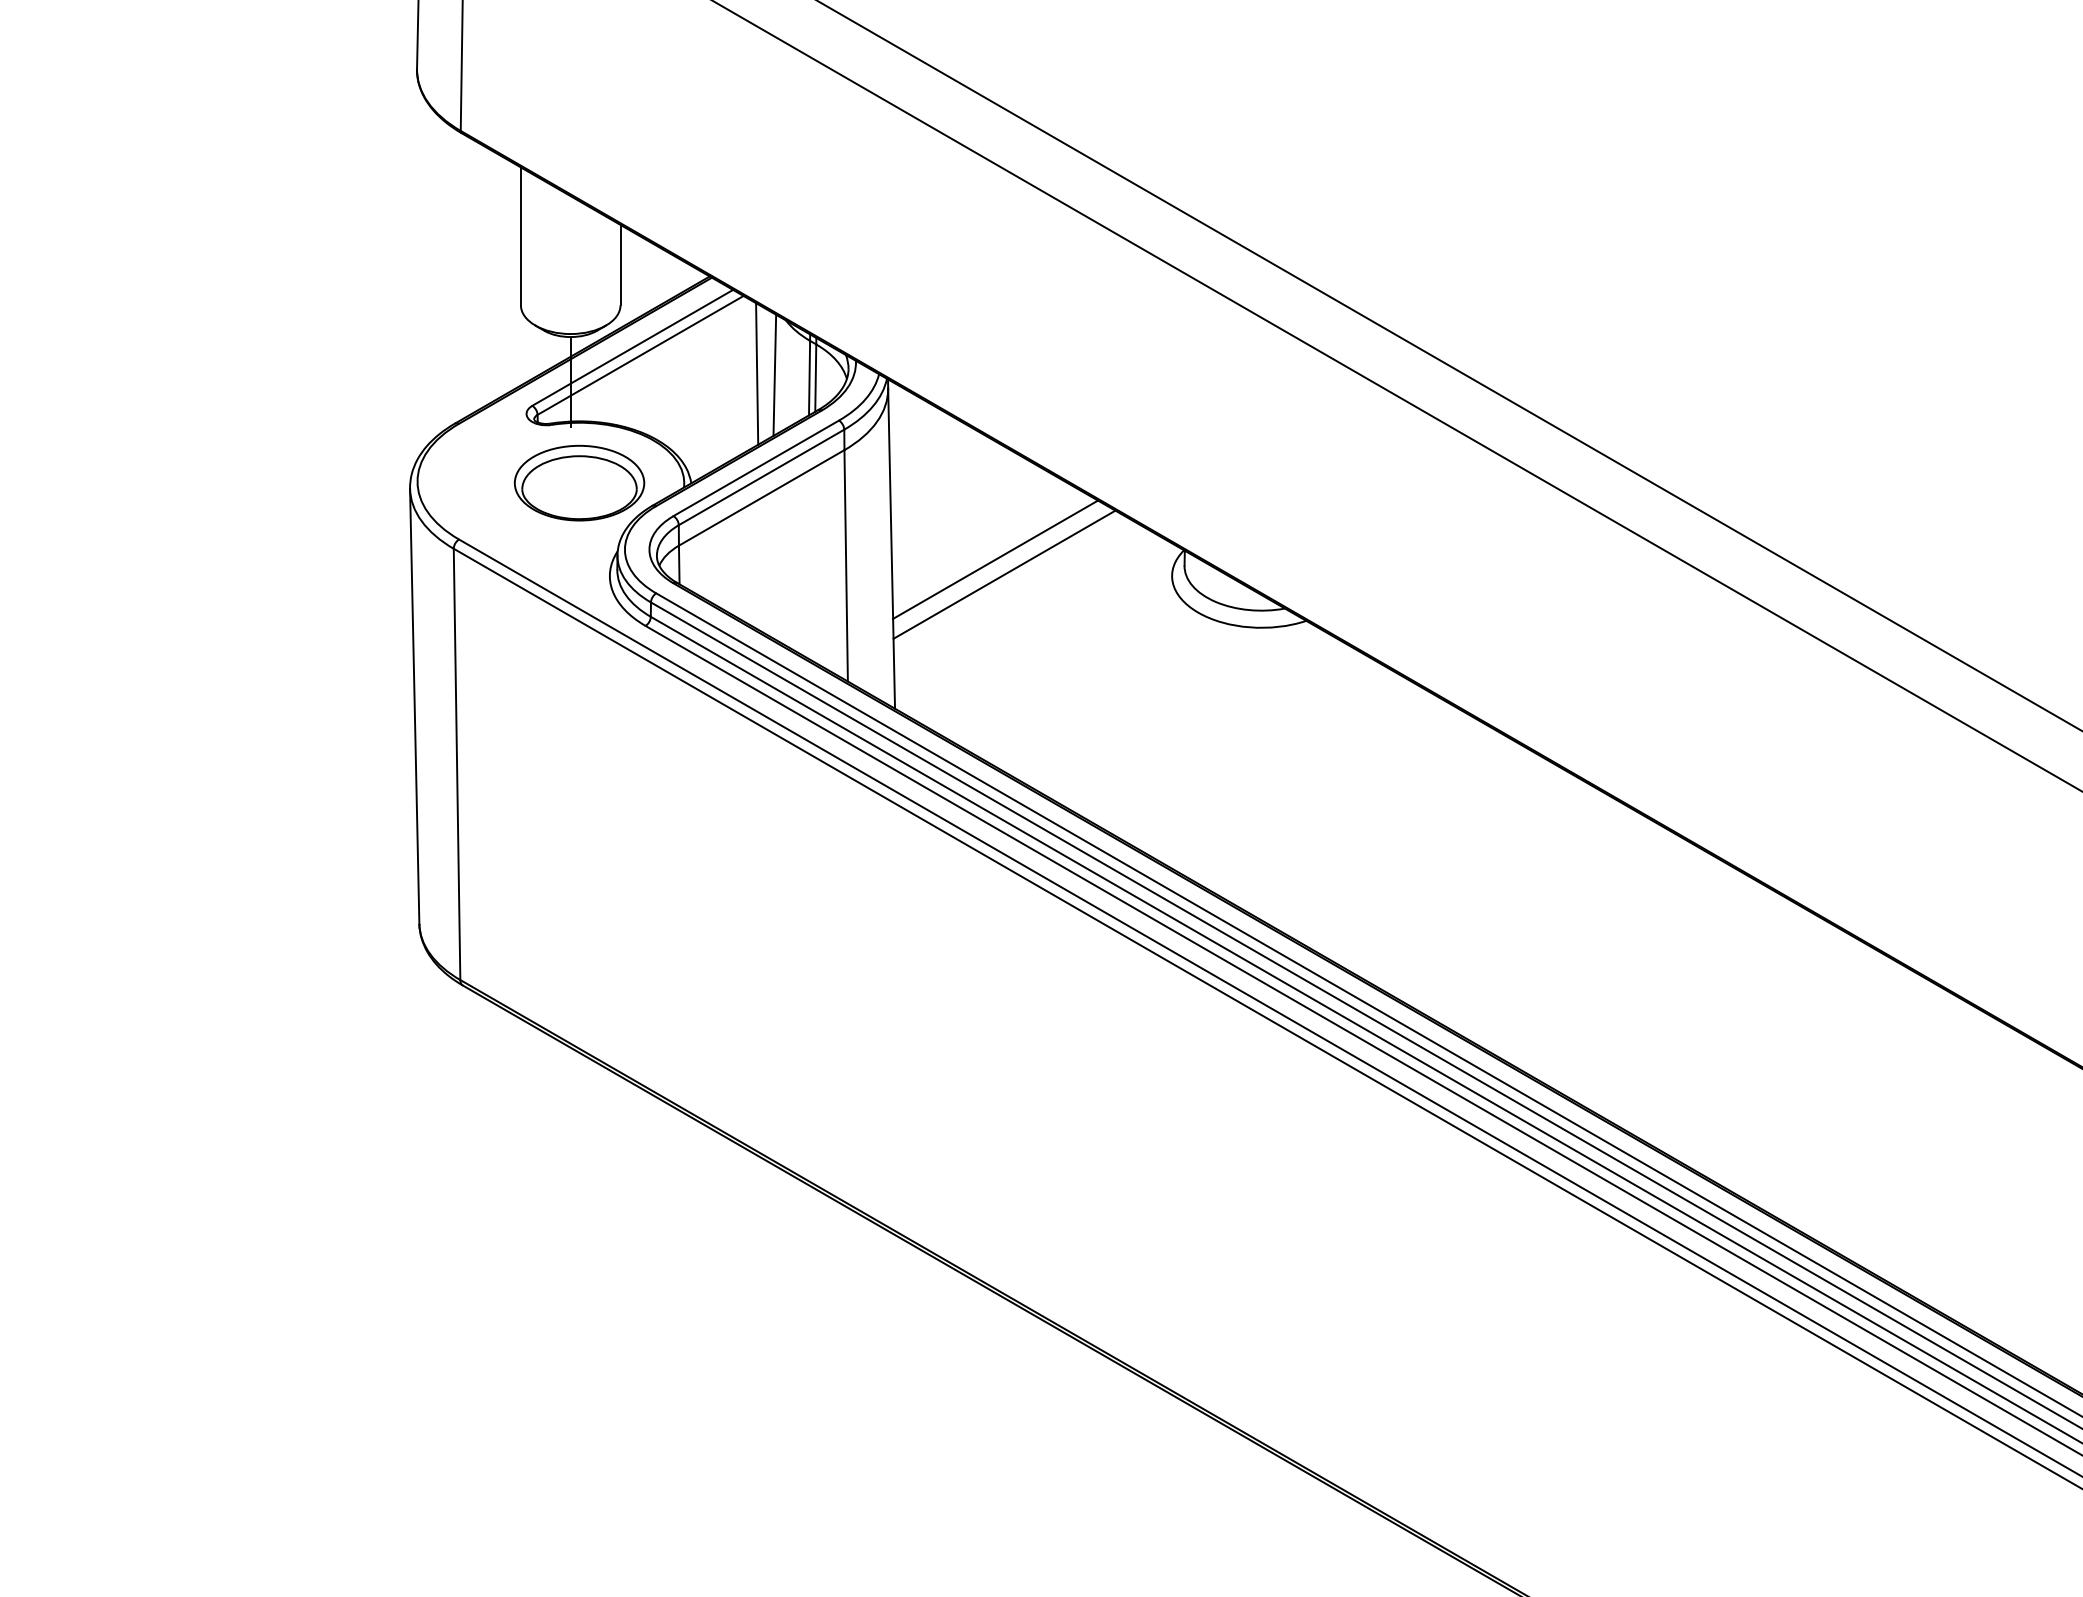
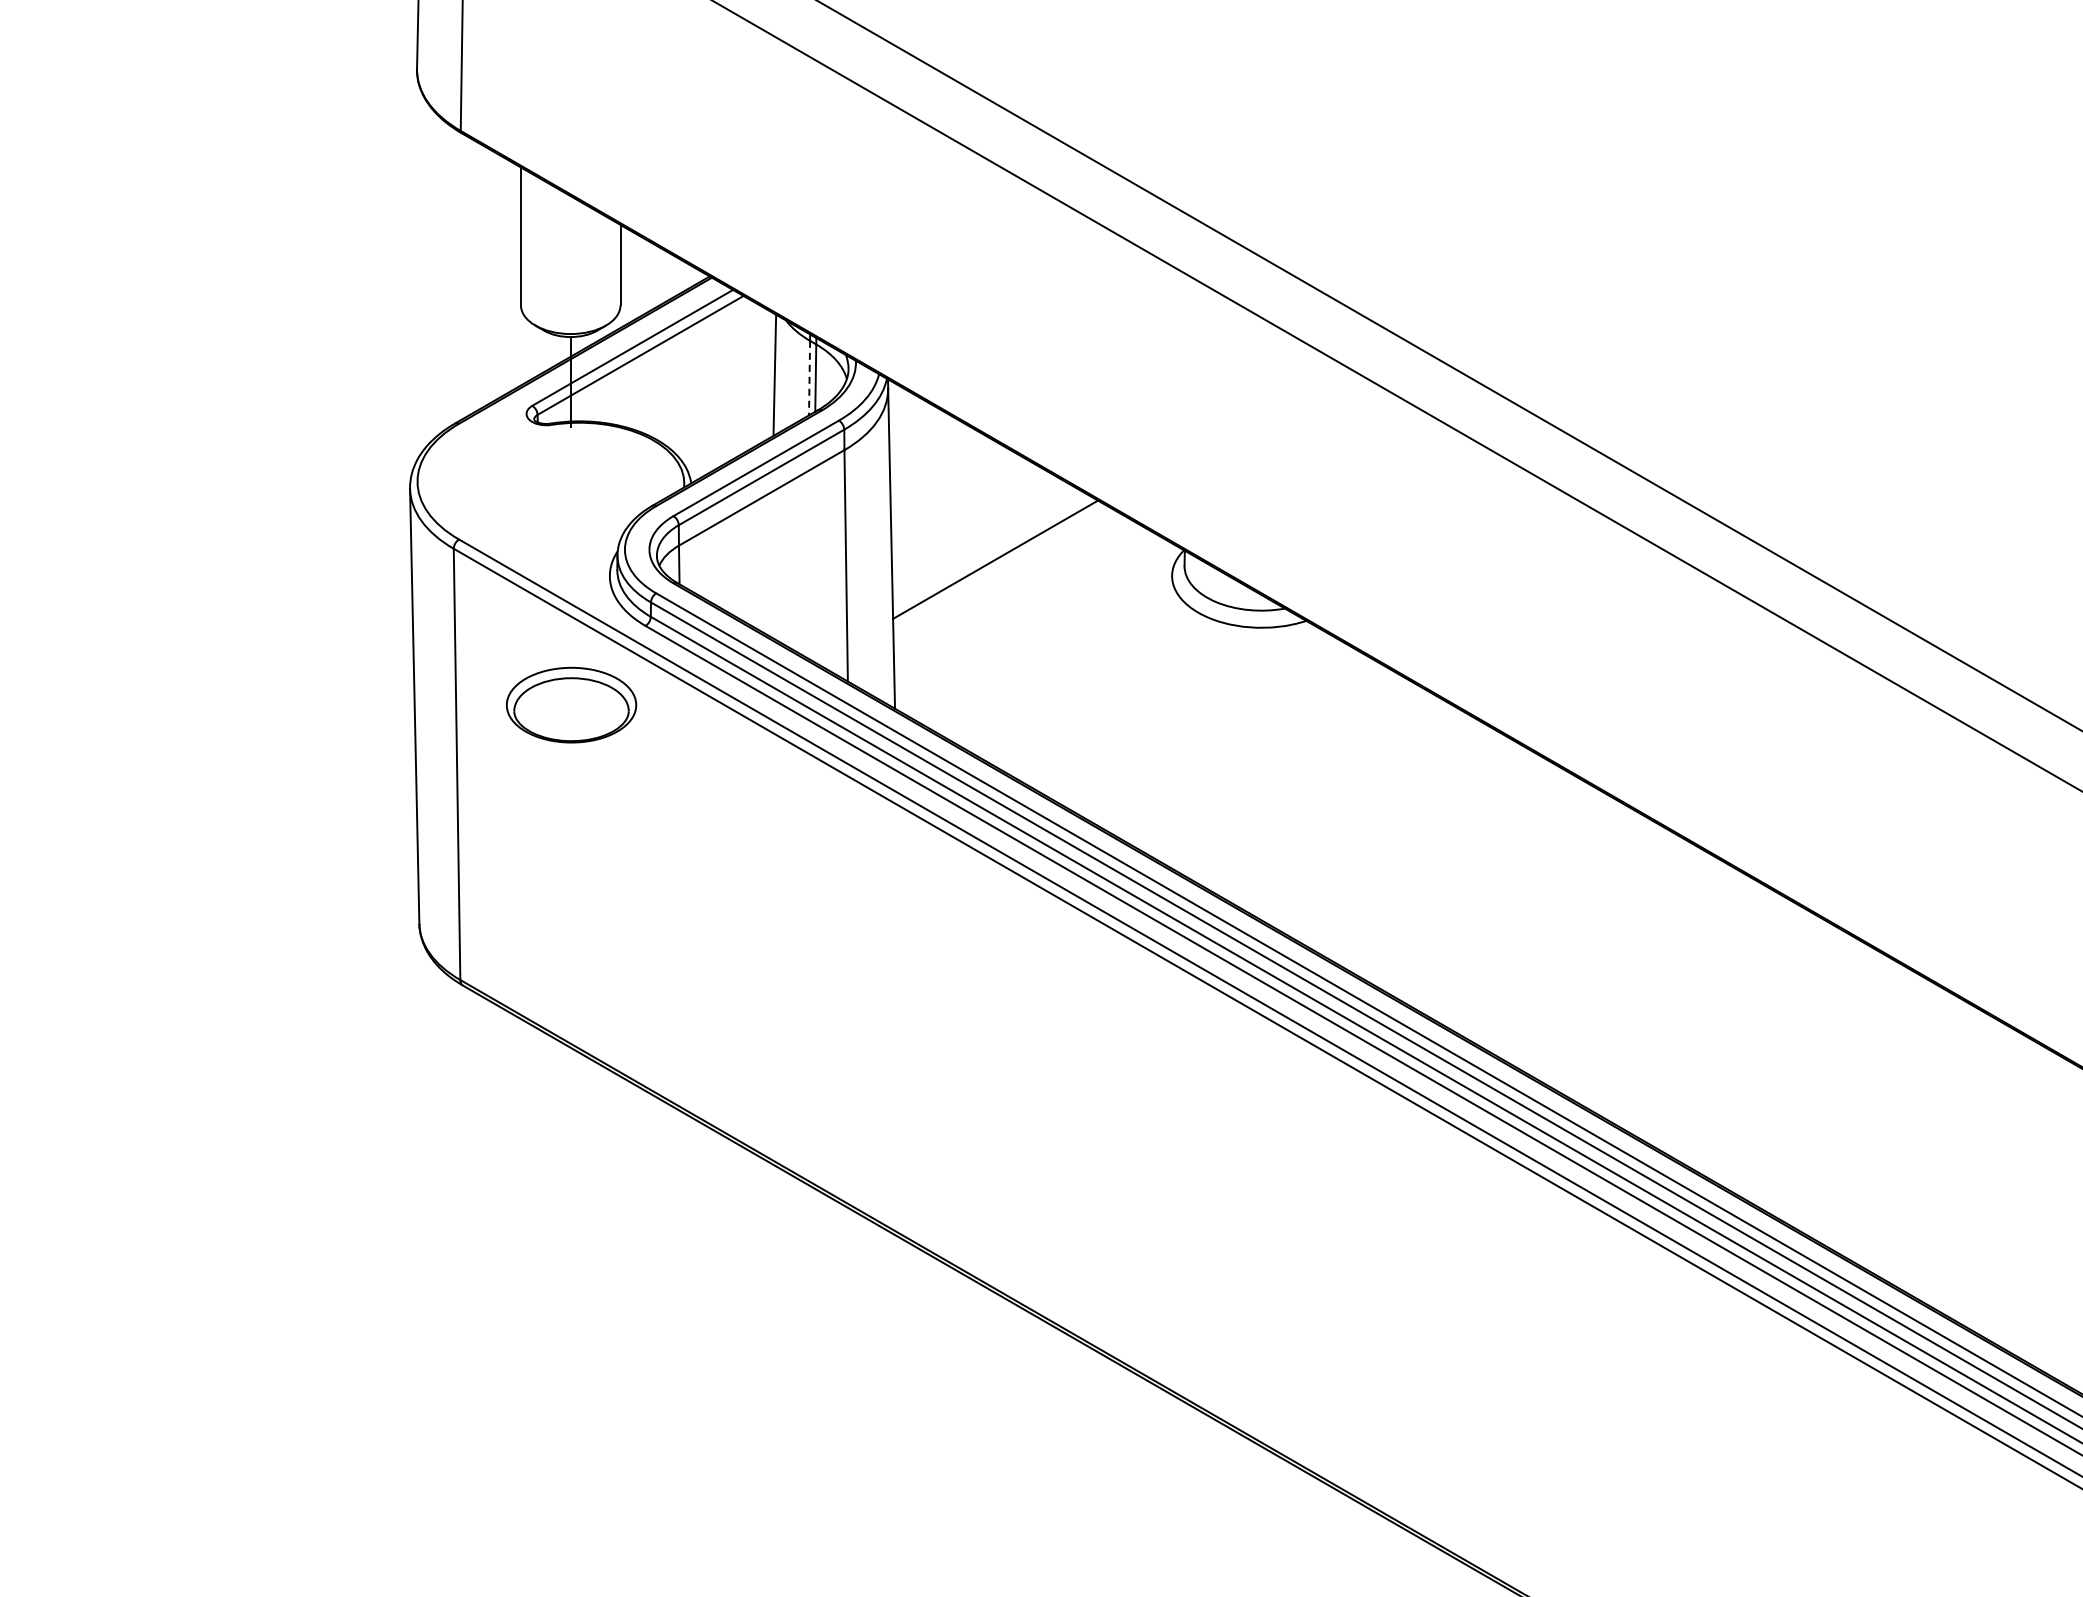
line at (757, 373): present -> none
line at (809, 378): solid -> dashed
part at (579, 482) position: (579, 482) -> (571, 704)
line at (1004, 574): present -> none
